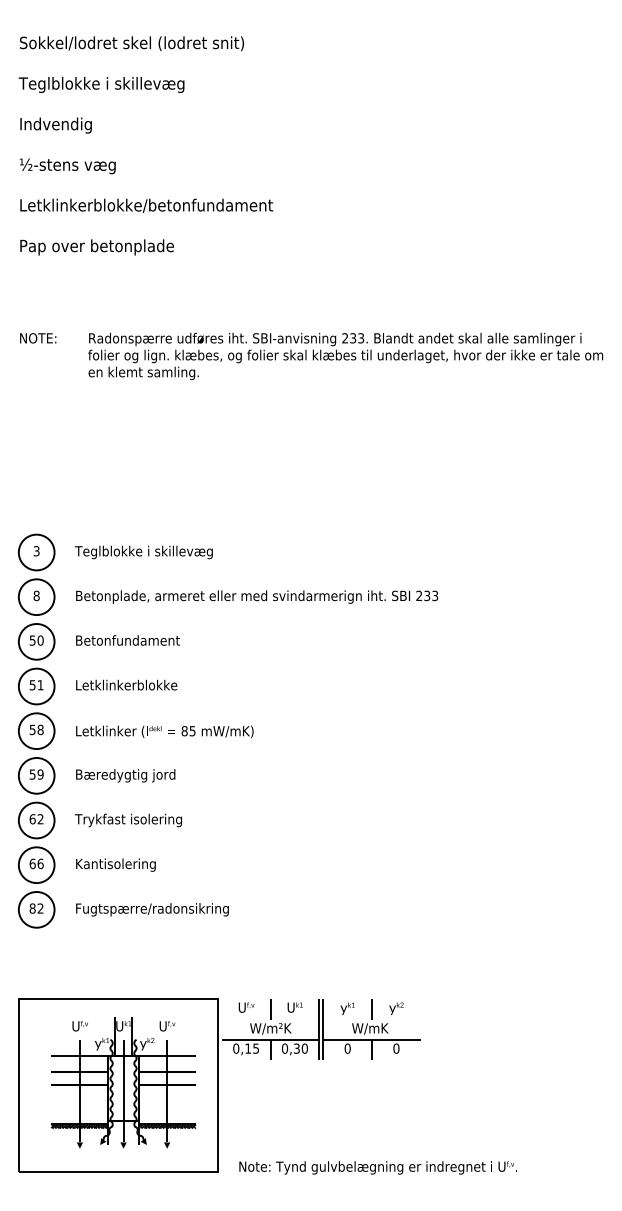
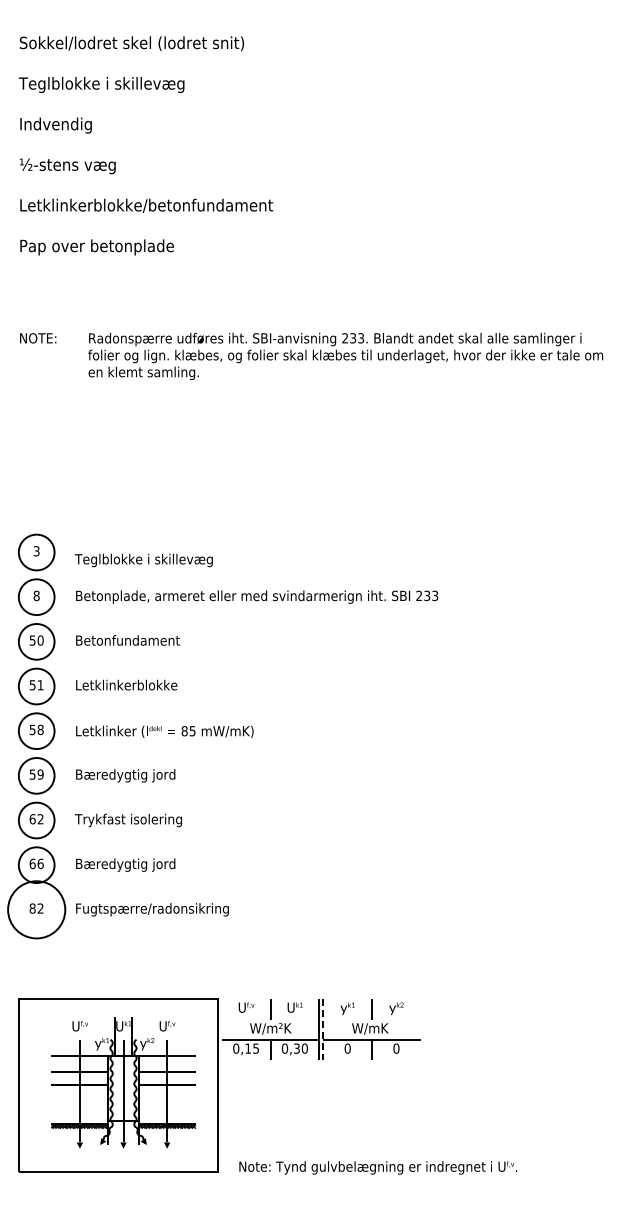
text at (143, 552) position: (143, 552) -> (143, 560)
text at (126, 864): Kantisolering -> Bæredygtig jord
circle at (36, 909) diameter: 36 px -> 57 px
line at (323, 1030): solid -> dashed
